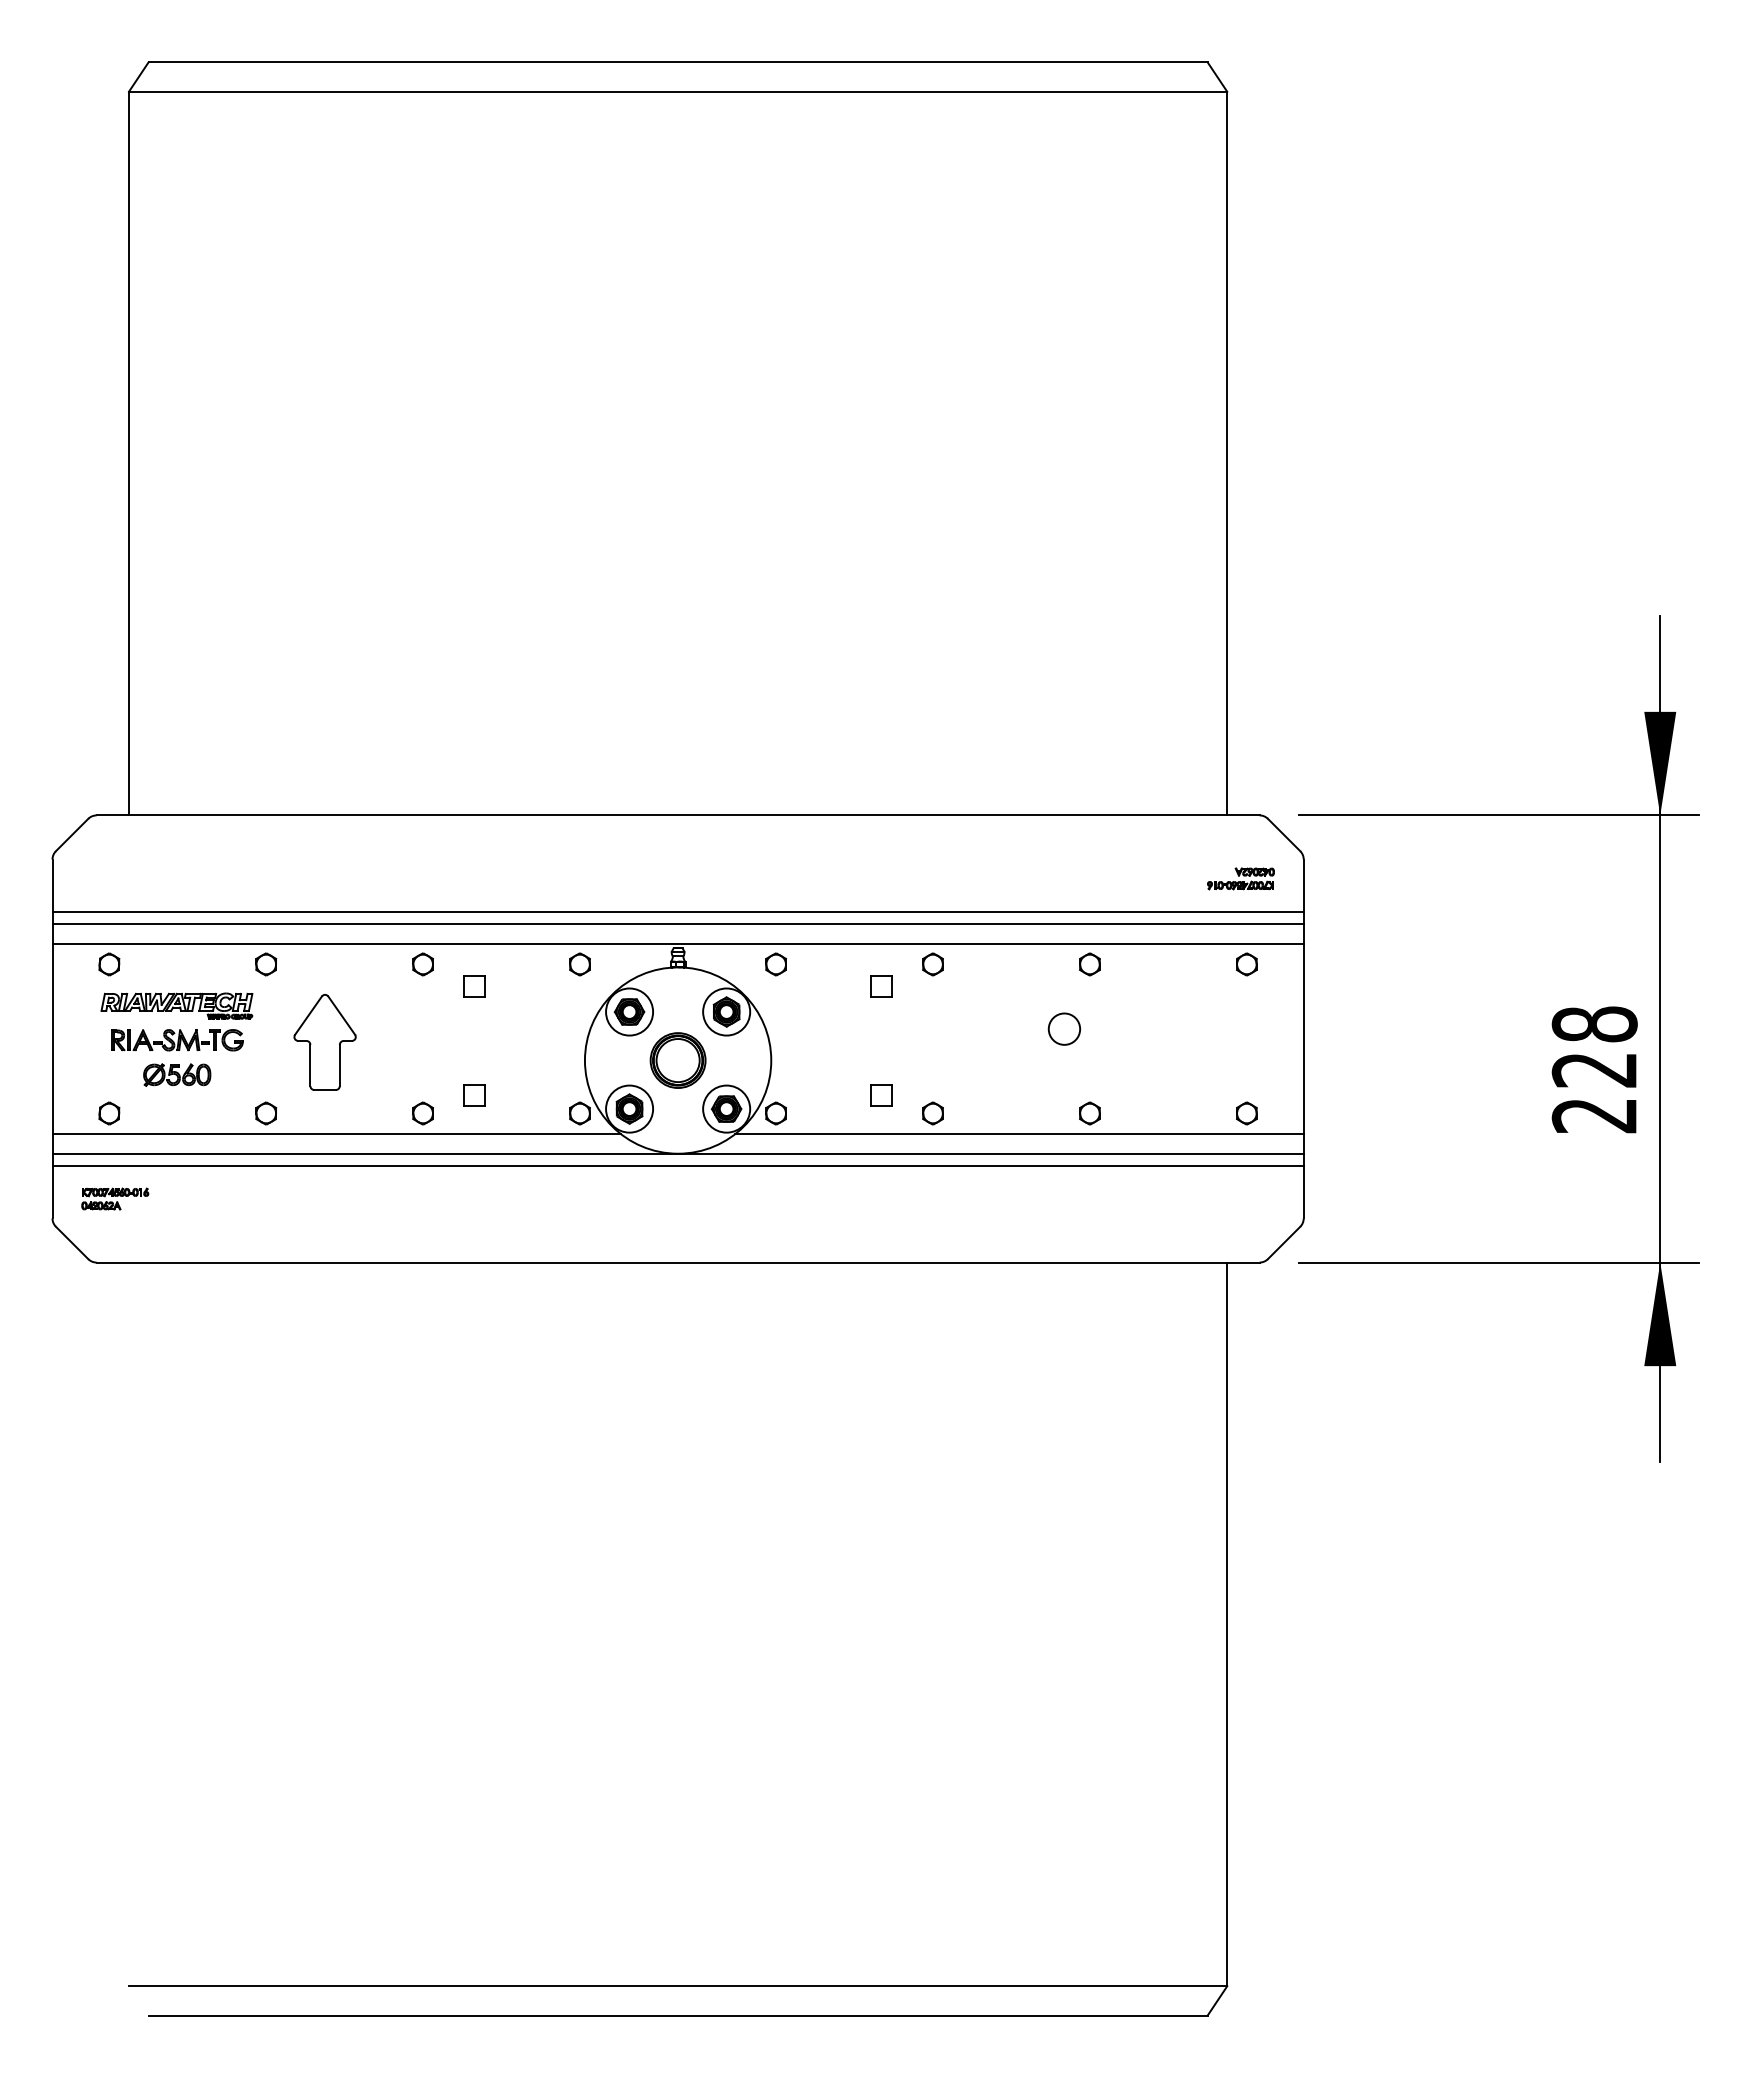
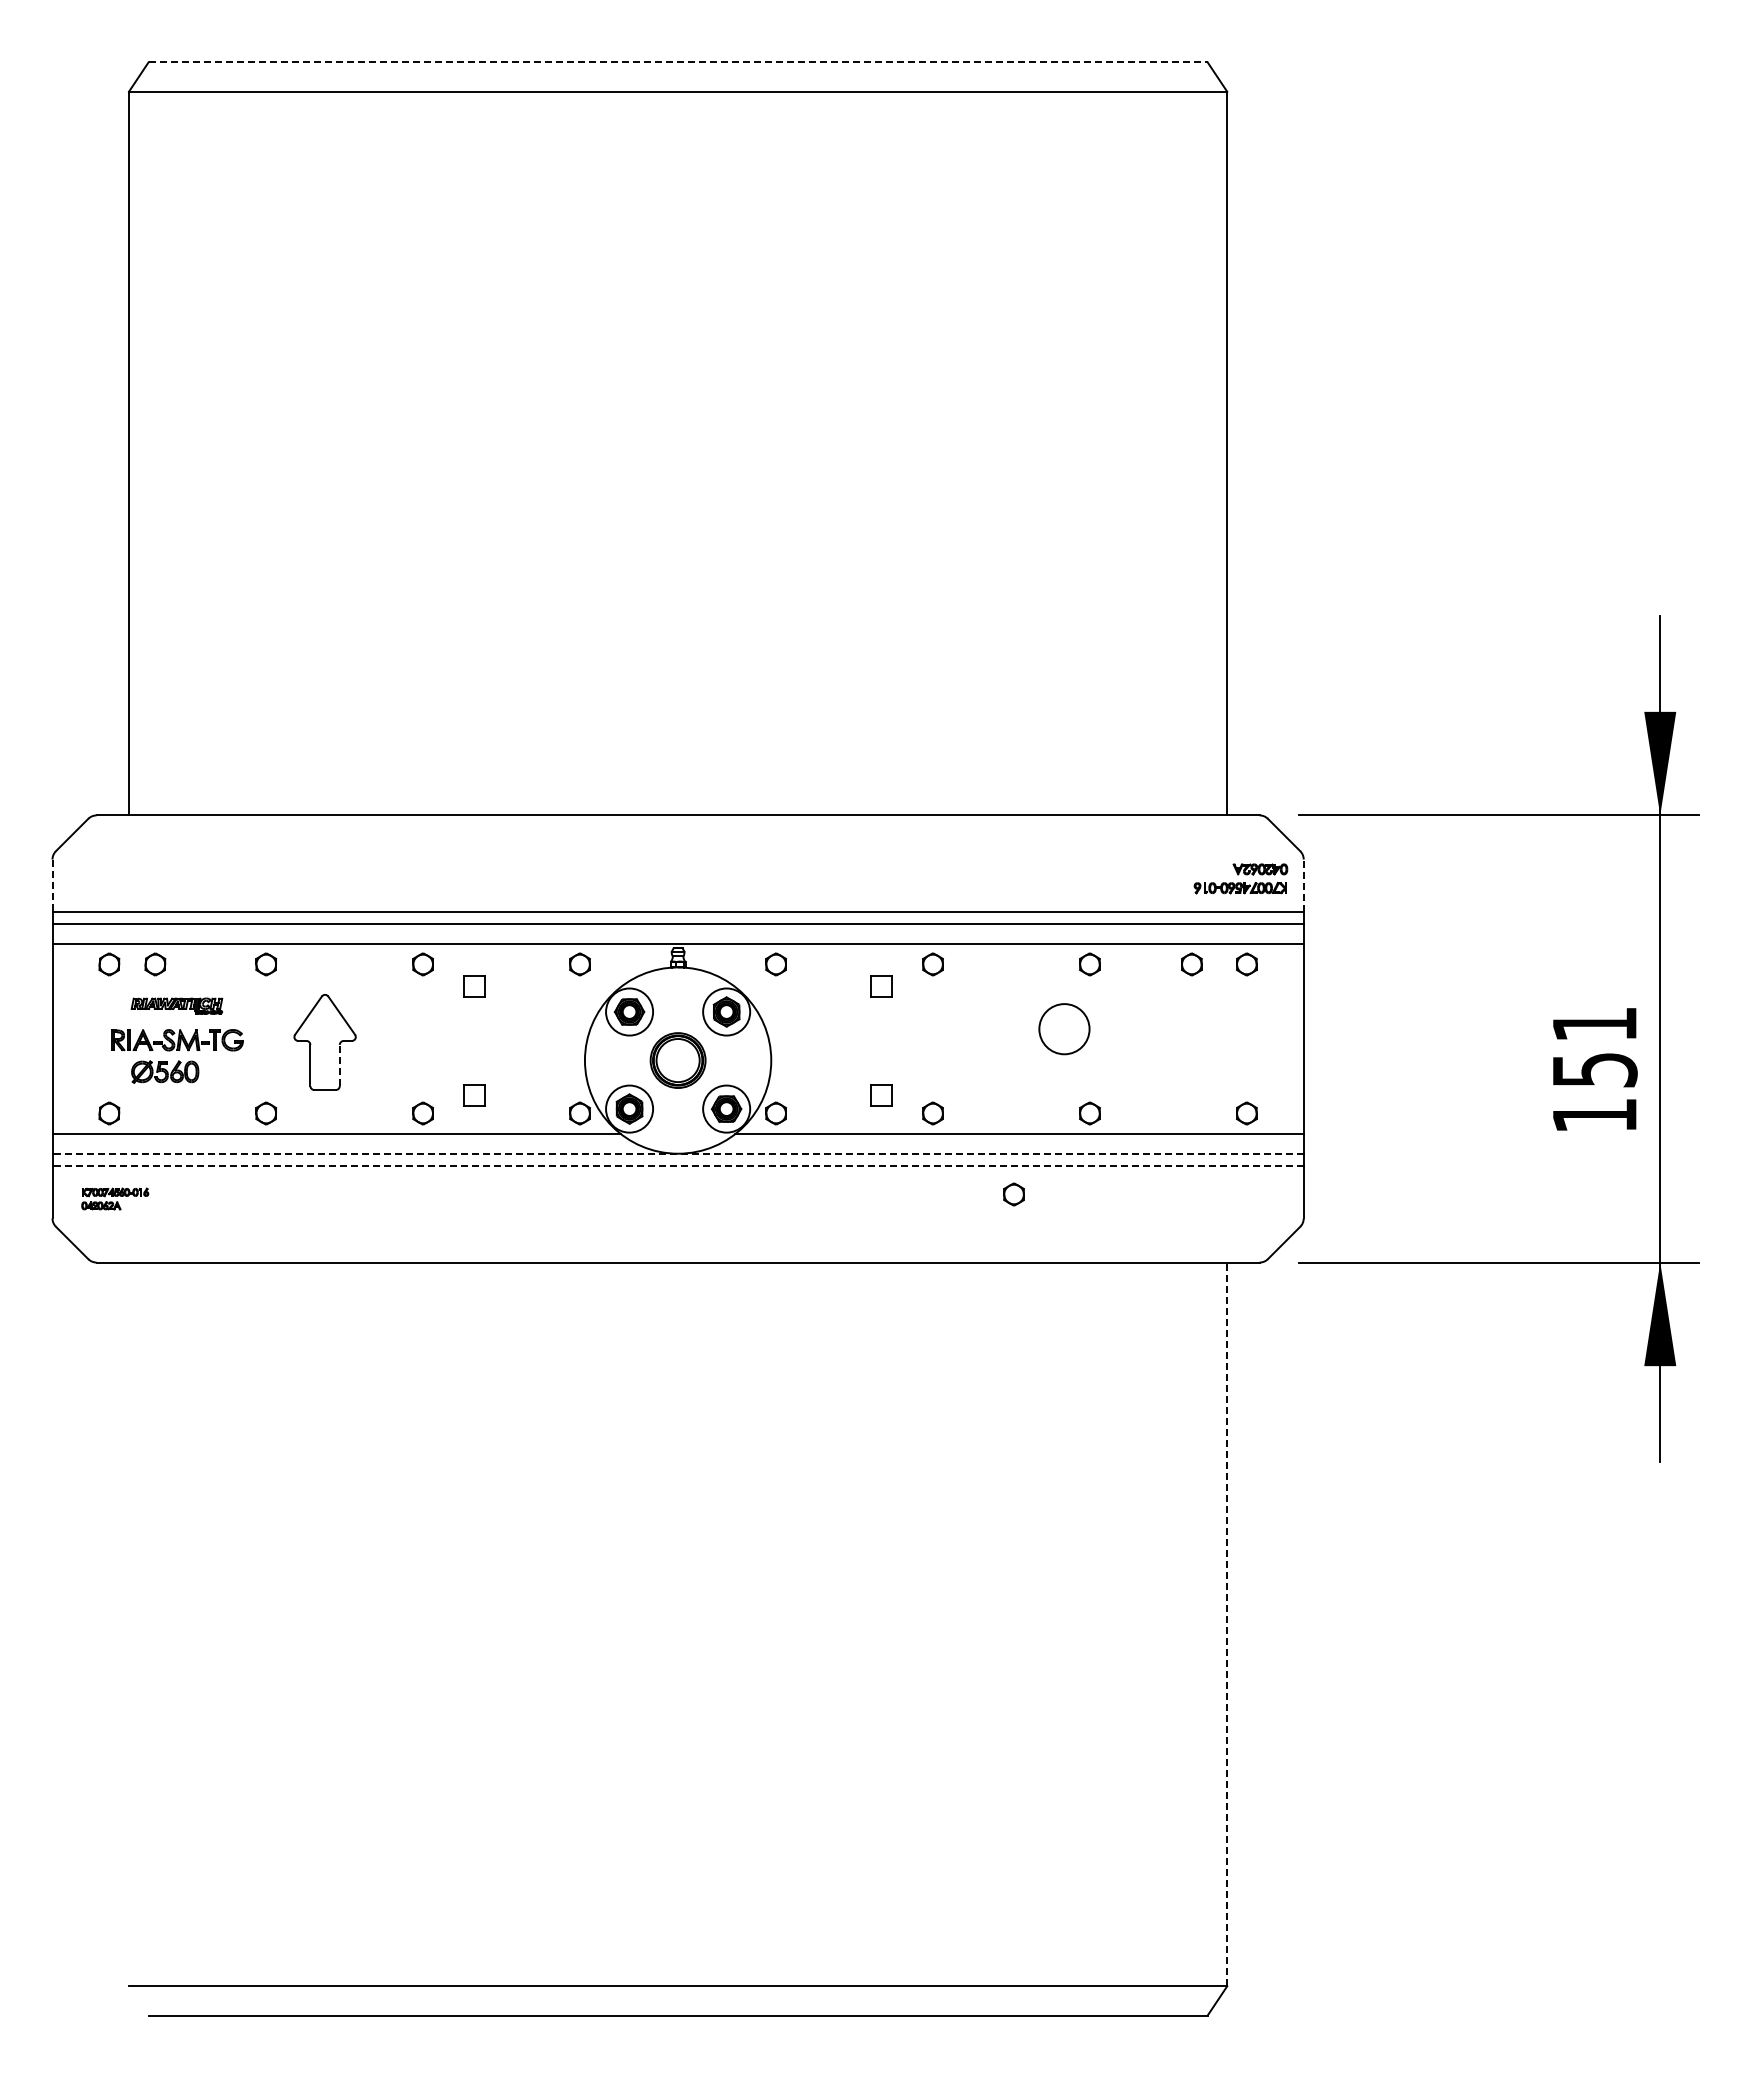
line at (678, 62): solid -> dashed
part at (1240, 878) size: 68x24 px -> 96x32 px
line at (52, 885): solid -> dashed
line at (1303, 885): solid -> dashed
part at (155, 964): none -> present
part at (1191, 964): none -> present
part at (176, 1005) size: 154x28 px -> 94x18 px
circle at (1064, 1028) diameter: 31 px -> 50 px
line at (339, 1065): solid -> dashed
text at (1594, 1069): 228 -> 151
part at (177, 1074) position: (177, 1074) -> (165, 1071)
line at (678, 1153): solid -> dashed
line at (678, 1166): solid -> dashed
part at (1013, 1194): none -> present
line at (1227, 1624): solid -> dashed
